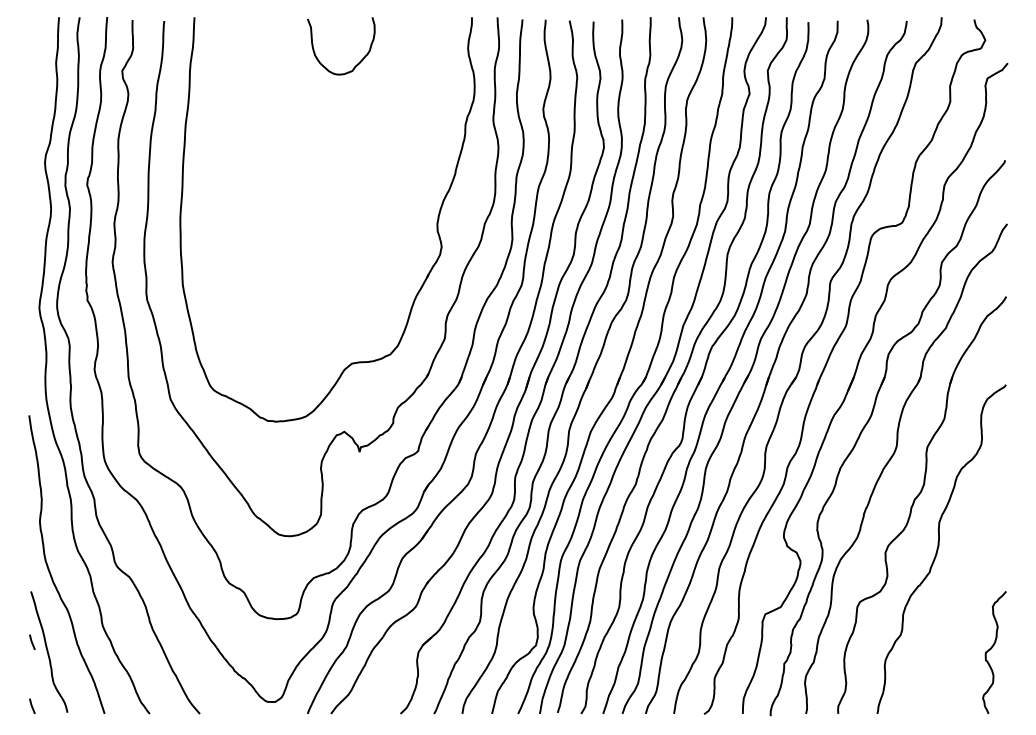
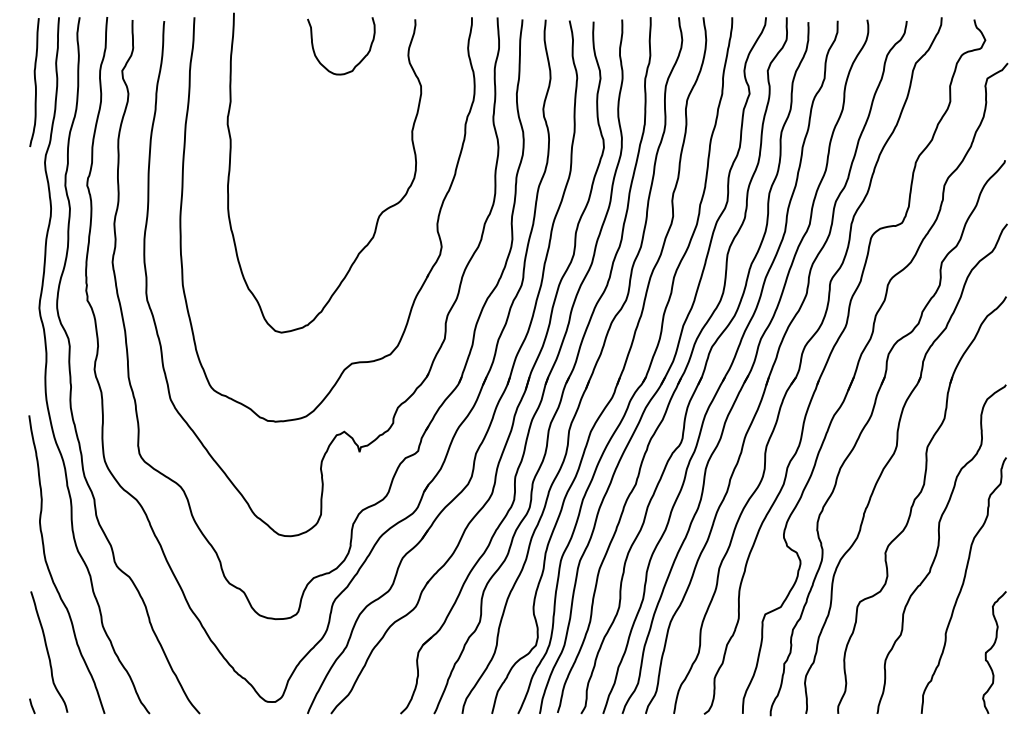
curve at (34, 82): none -> present
curve at (378, 215): none -> present
curve at (963, 585): none -> present
line at (32, 642): present -> none
